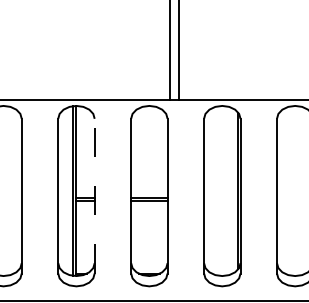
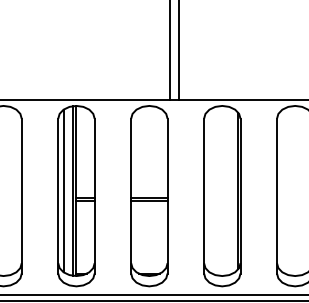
line at (63, 190): none -> present
line at (94, 195): dashed -> solid
line at (153, 294): none -> present
